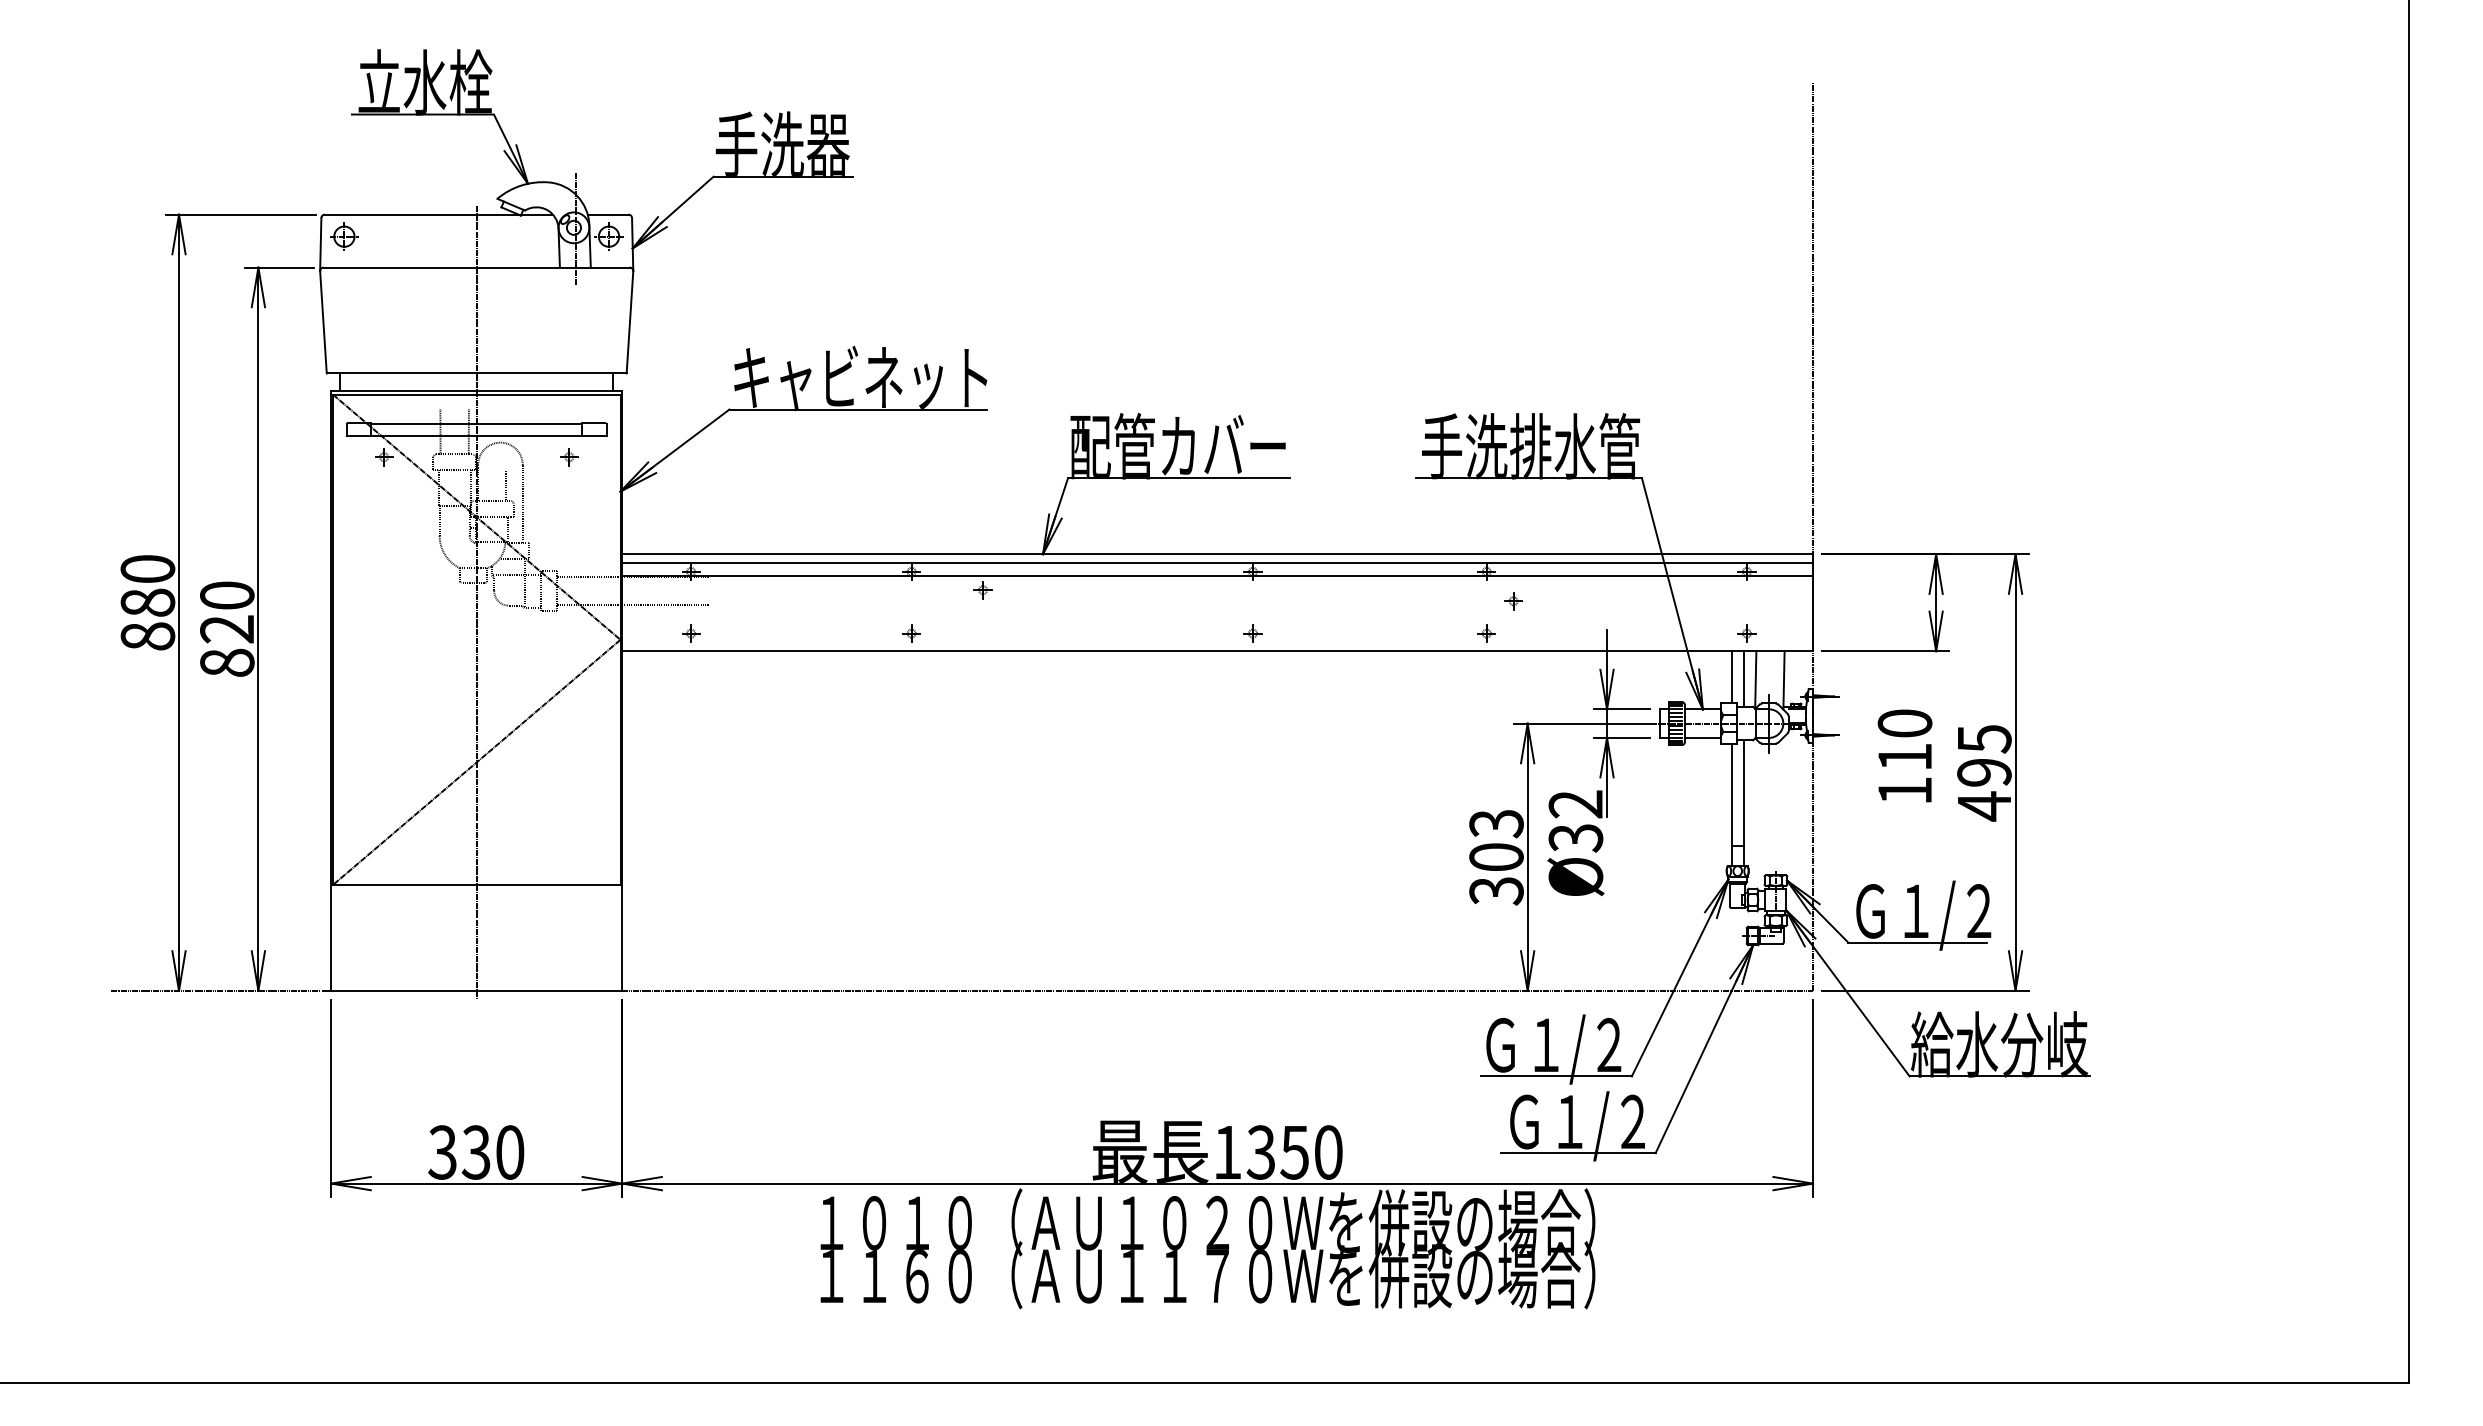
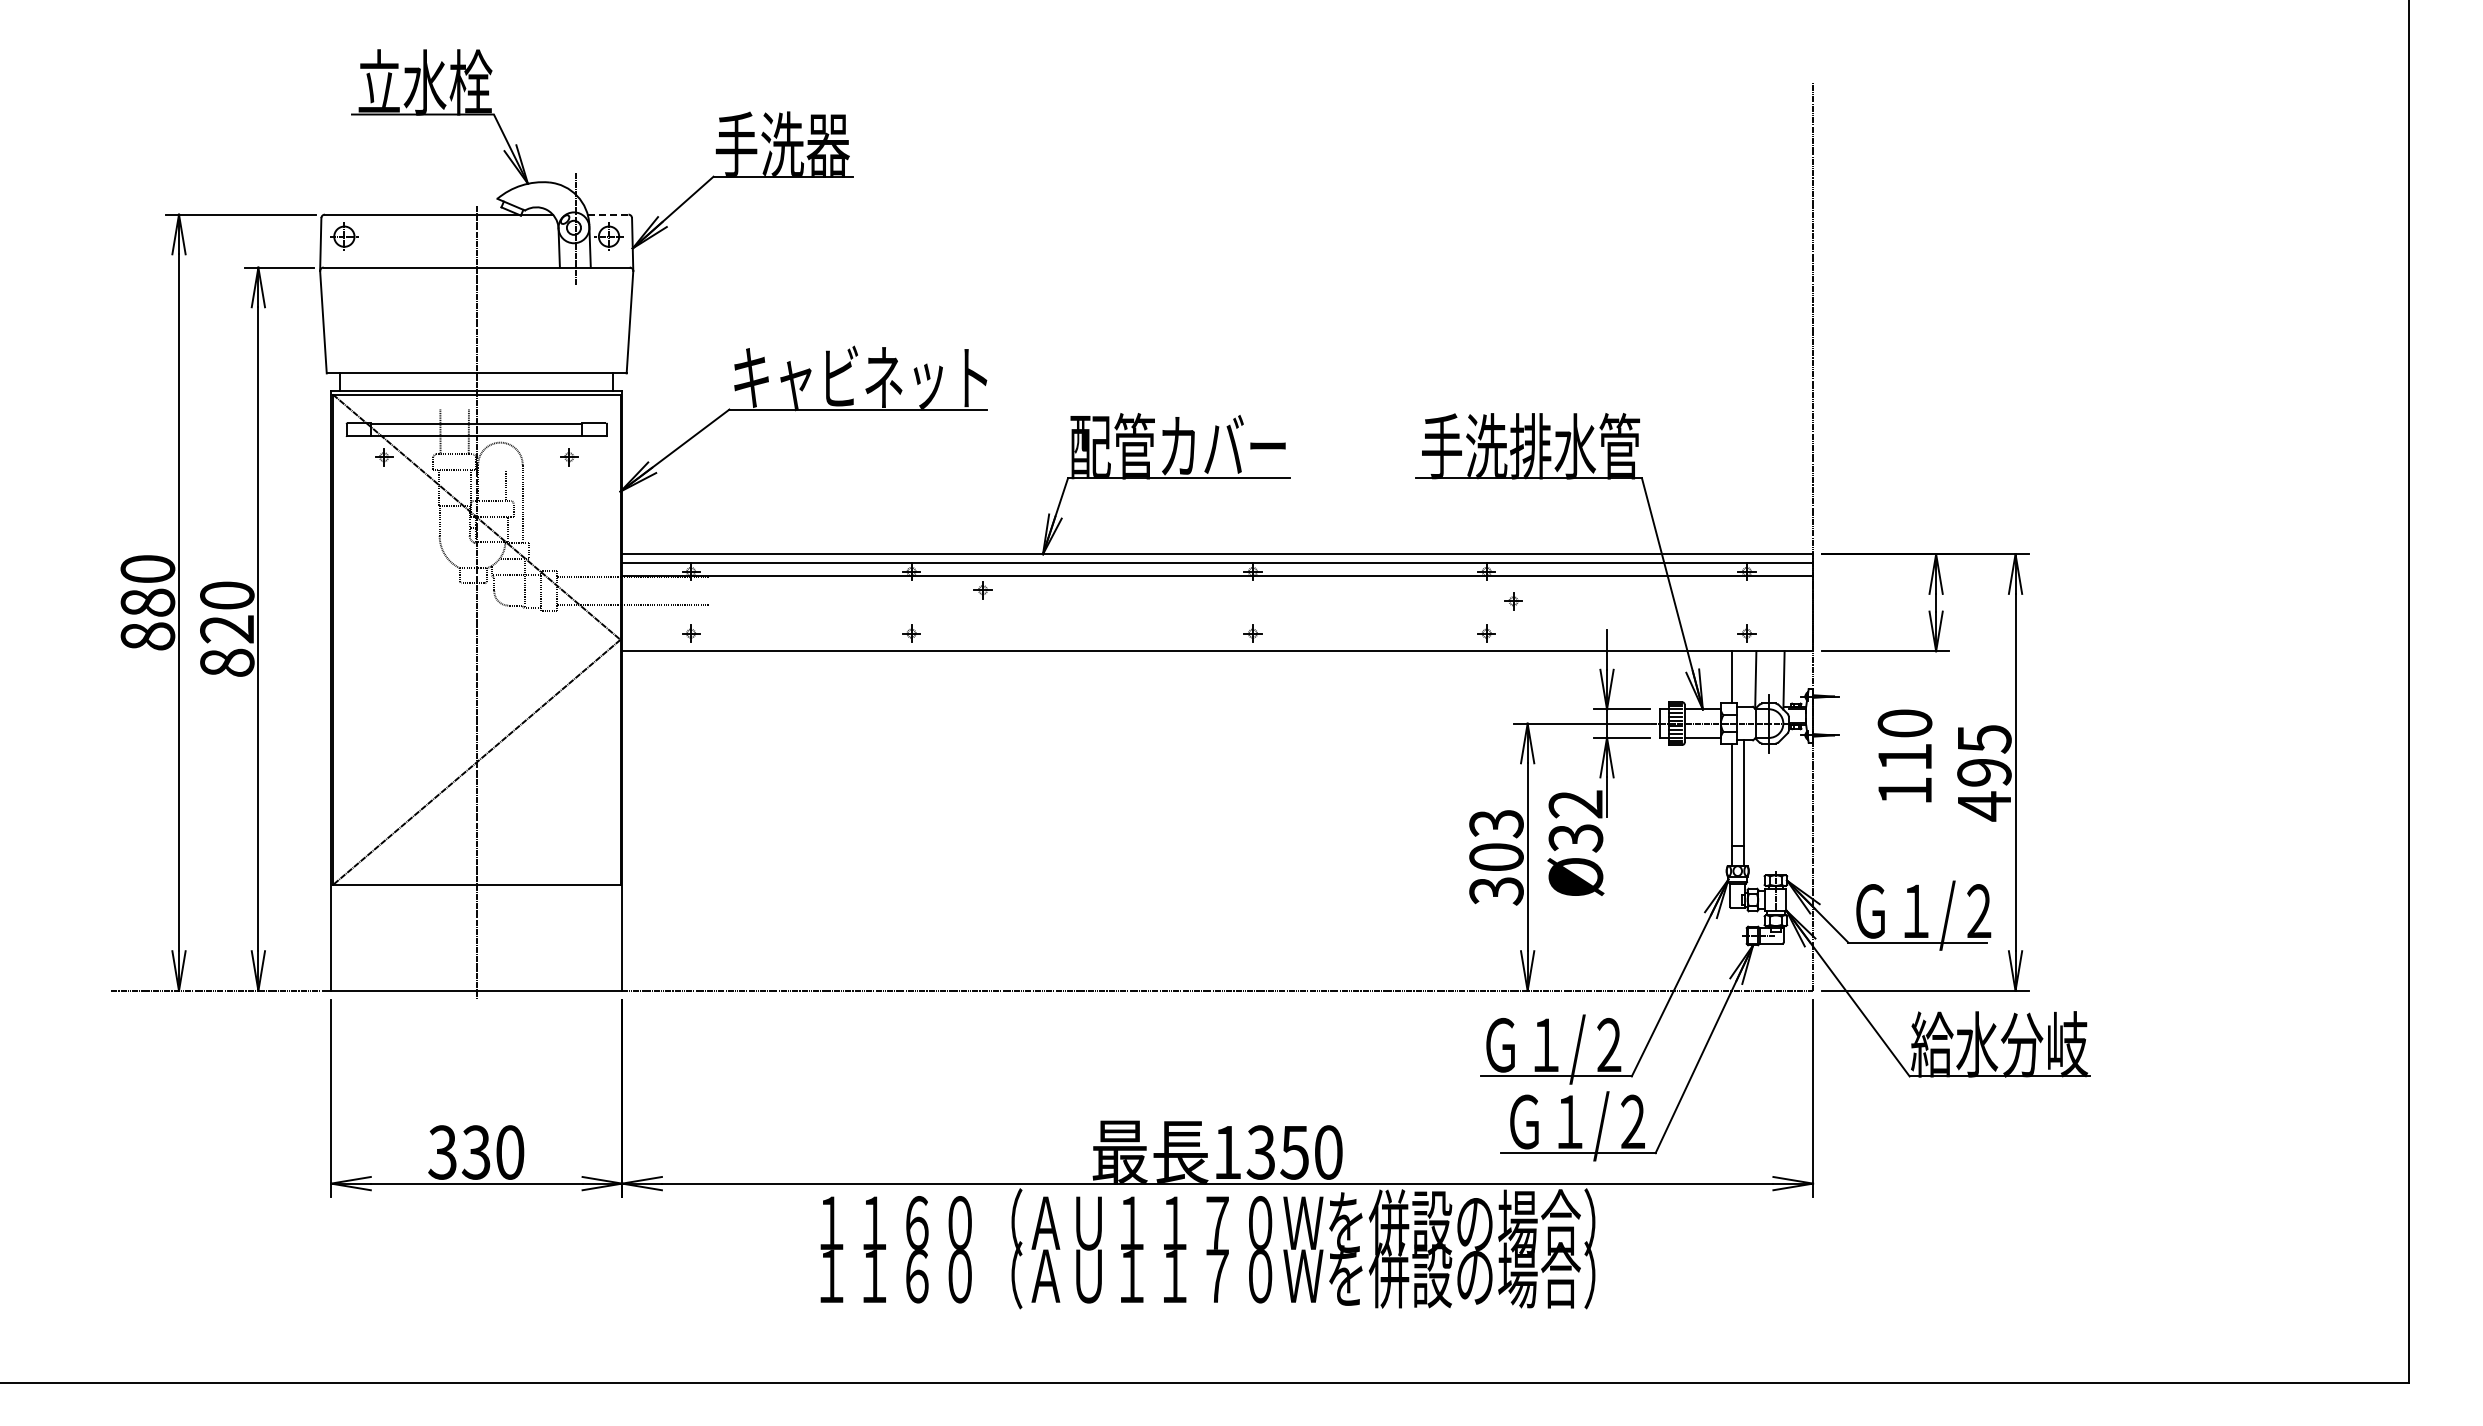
line at (608, 214): solid -> dashed
line at (1743, 678): present -> none
text at (1045, 1222): １０１０（ＡＵ１０２０Ｗを併設の場合） -> １１６０（ＡＵ１１７０Ｗを併設の場合）
